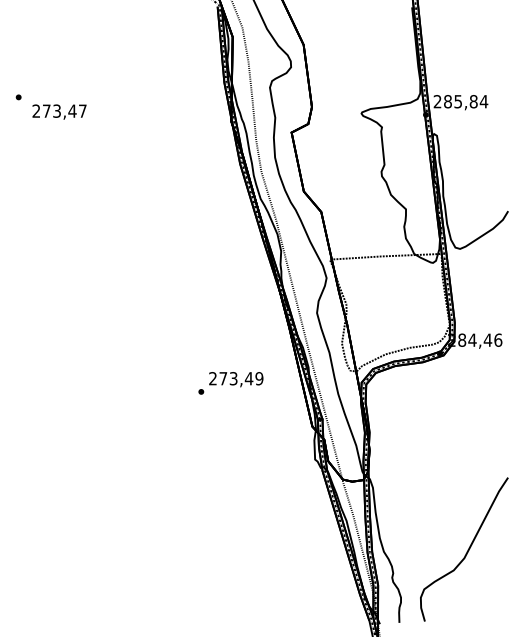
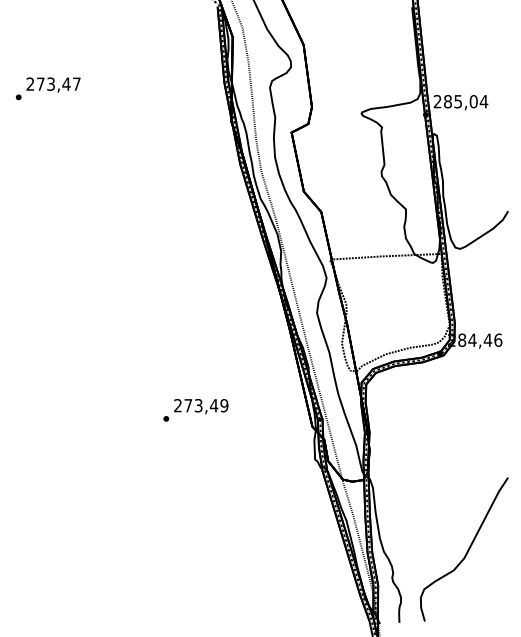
text at (473, 101): 285,84 -> 285,04
text at (59, 111) position: (59, 111) -> (53, 84)
text at (230, 383) position: (230, 383) -> (195, 410)
